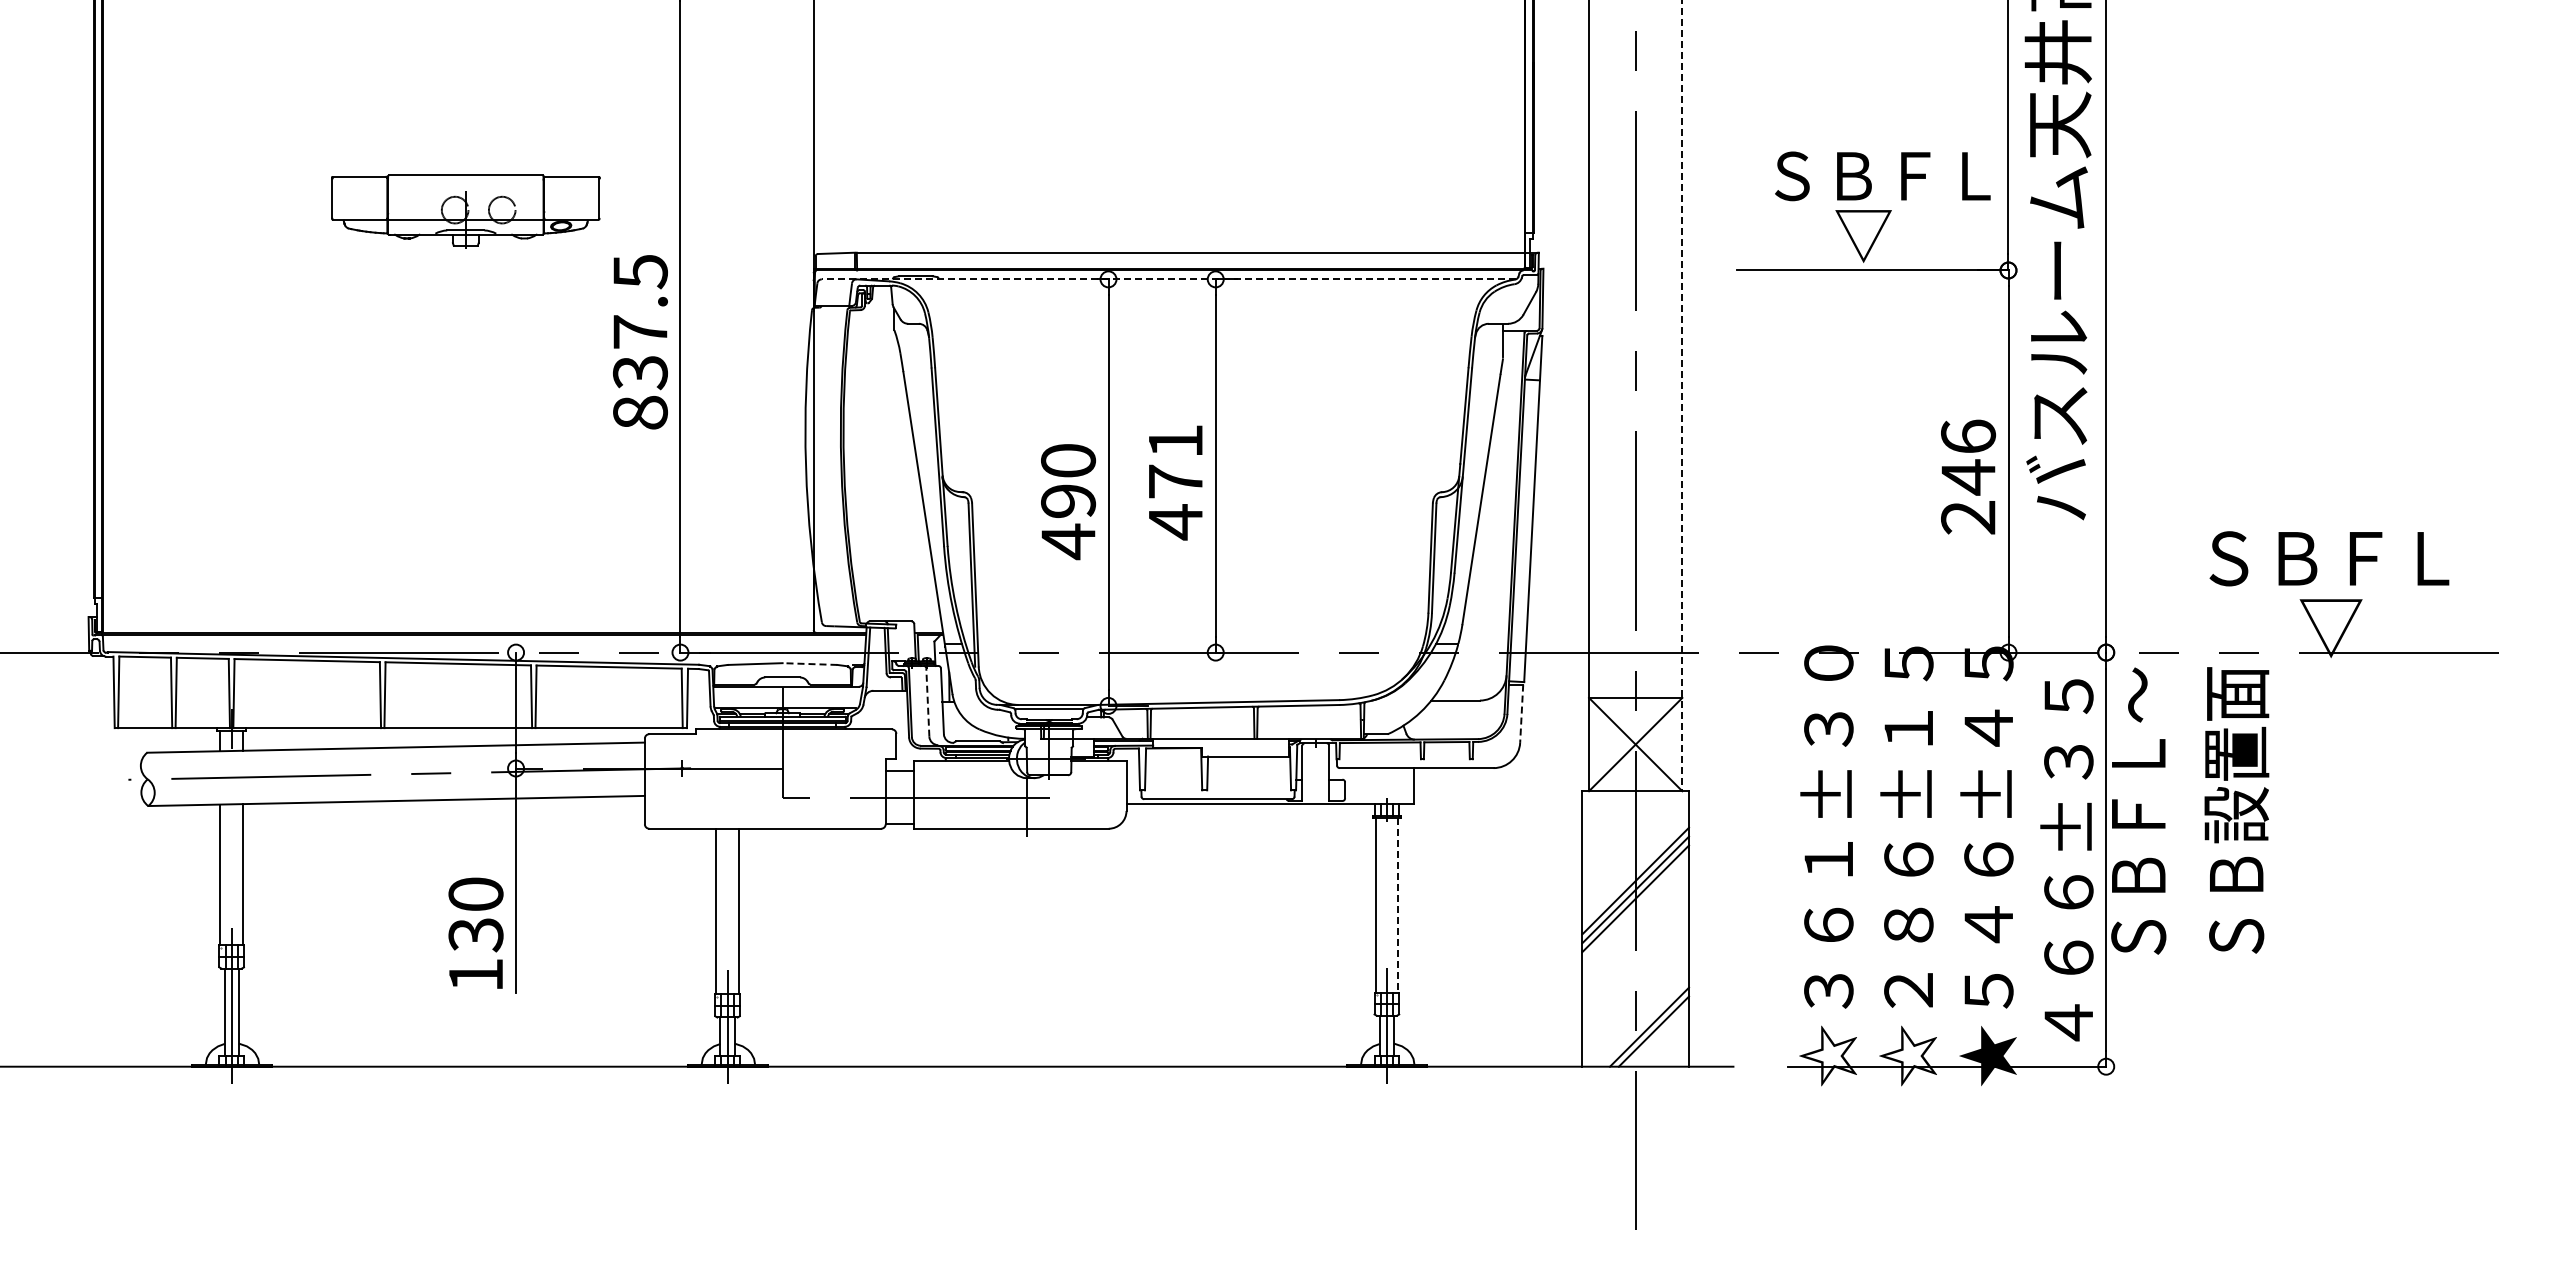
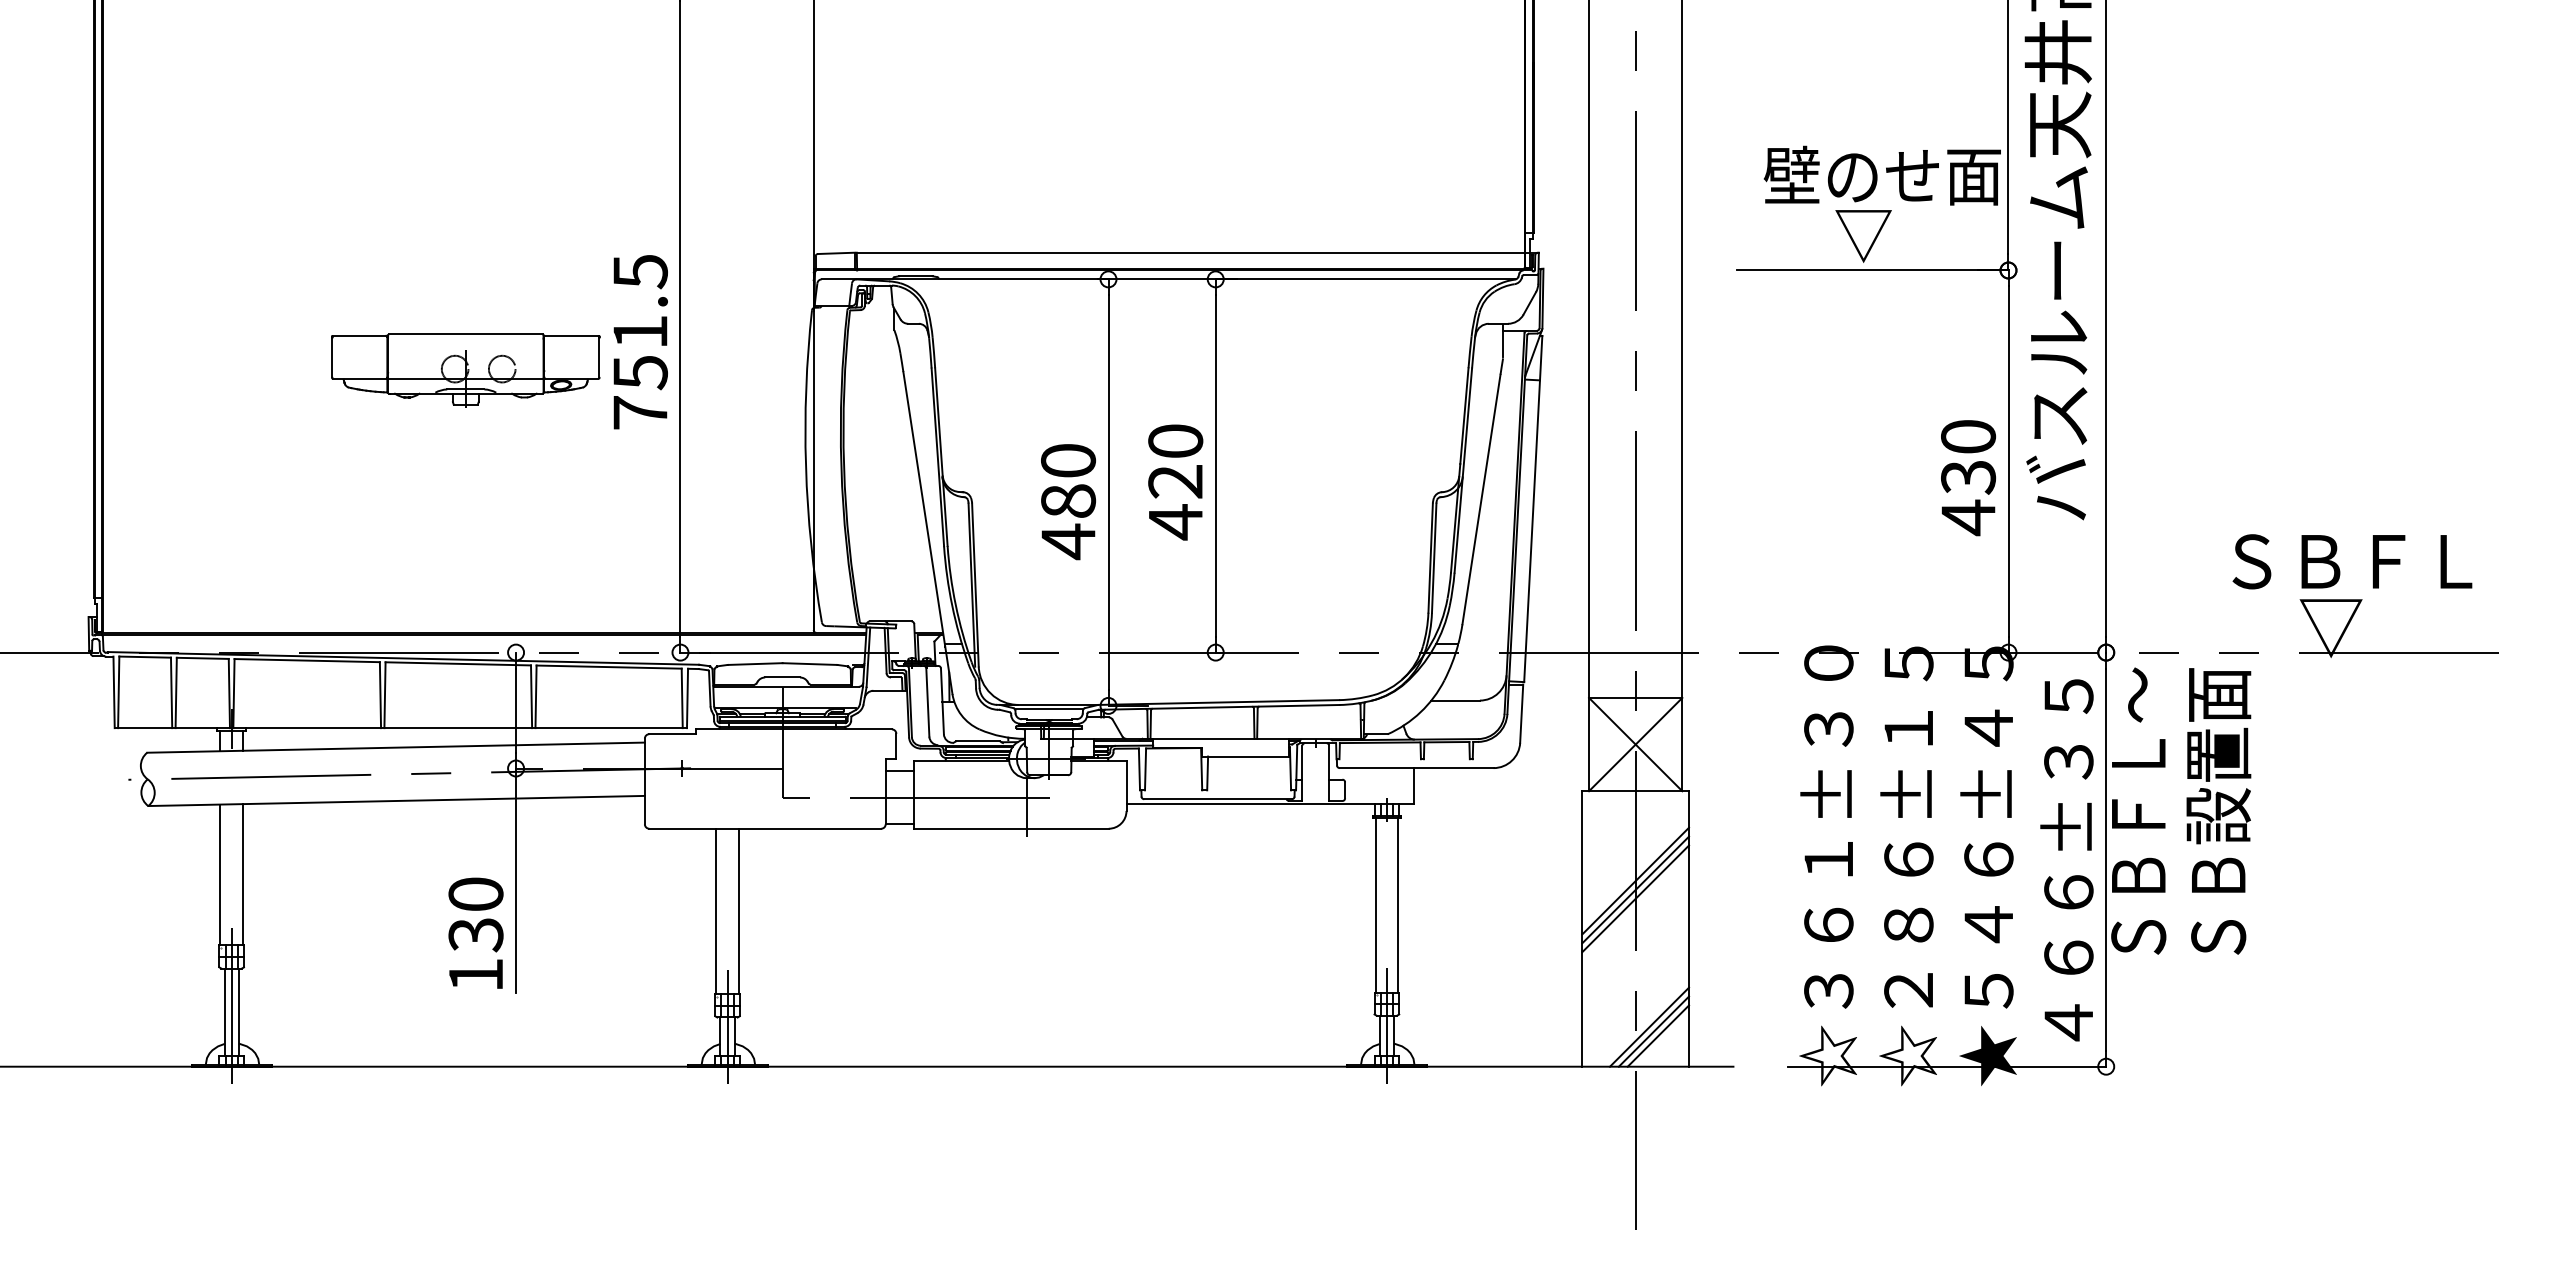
text at (1881, 175): ＳＢＦＬ -> 壁のせ面
part at (465, 211) position: (465, 211) -> (465, 370)
line at (1168, 279): dashed -> solid
text at (639, 372): 837.5 -> 751.5
line at (1682, 396): dashed -> solid
text at (1175, 461): 471 -> 420
text at (1968, 477): 246 -> 430
text at (1068, 500): 490 -> 480
text at (2329, 558) position: (2329, 558) -> (2352, 561)
line at (809, 664): dashed -> solid
line at (927, 702): dashed -> solid
line at (1521, 714): dashed -> solid
text at (2236, 810) position: (2236, 810) -> (2218, 811)
line at (1398, 906): dashed -> solid
line at (1658, 1035): none -> present
